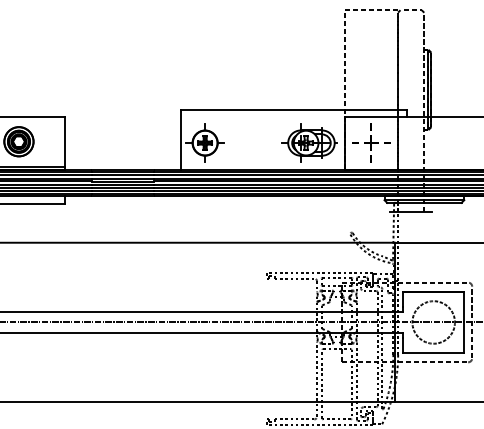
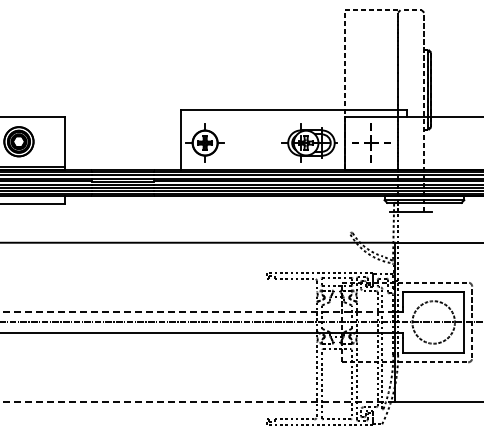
line at (197, 311): solid -> dashed
line at (197, 402): solid -> dashed
